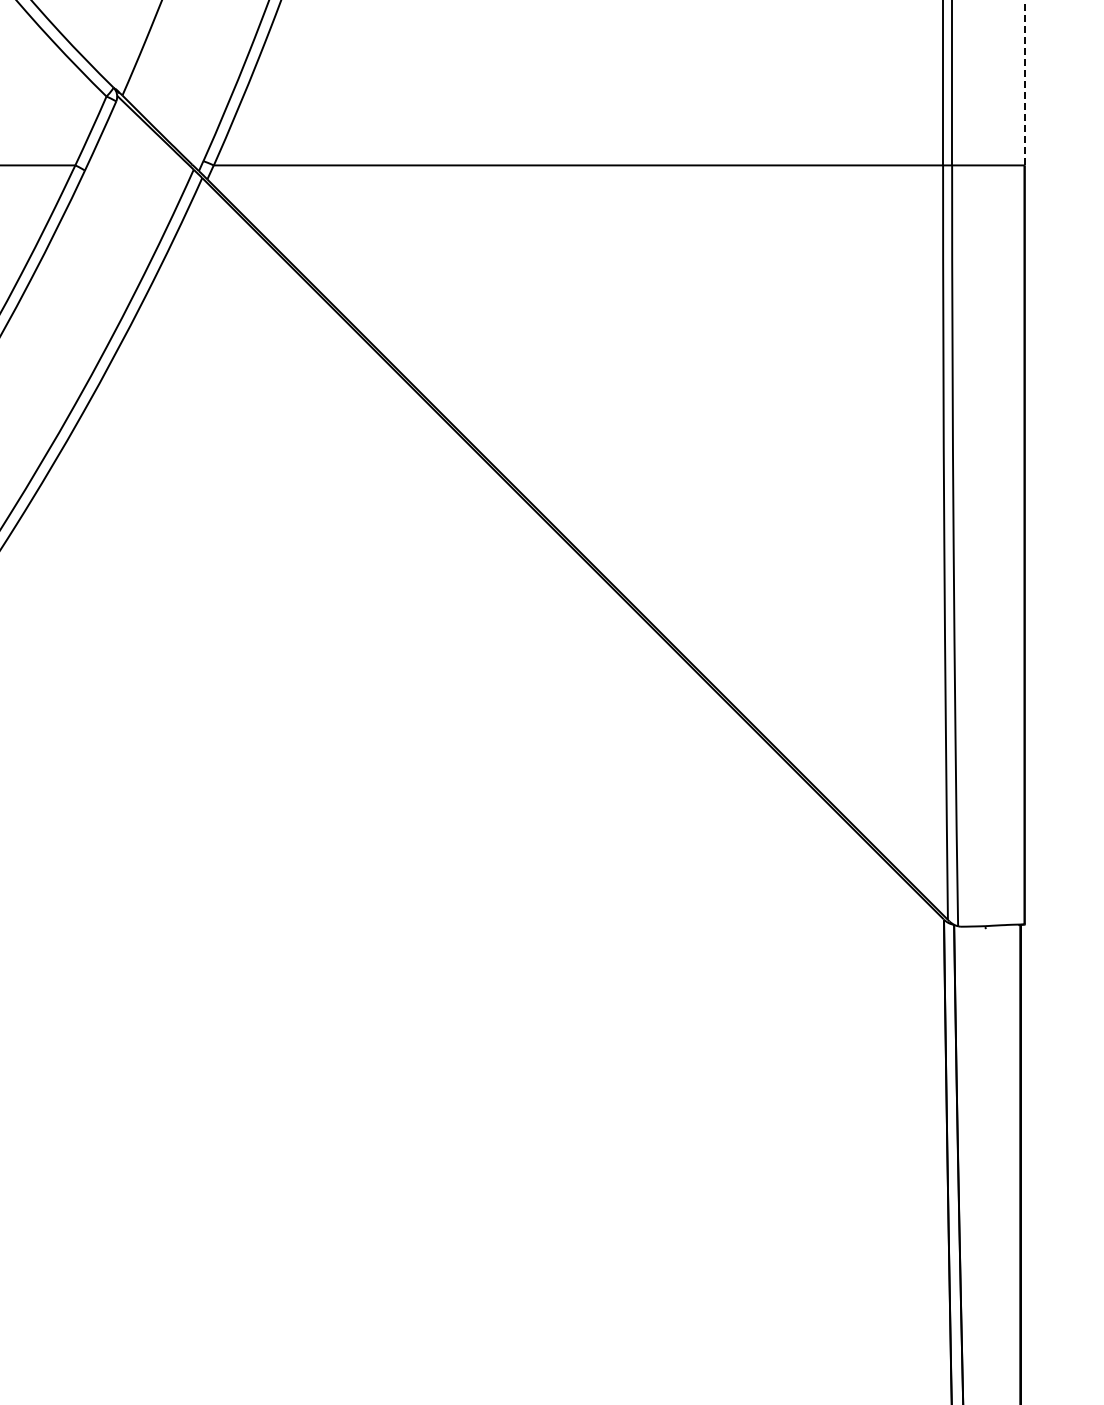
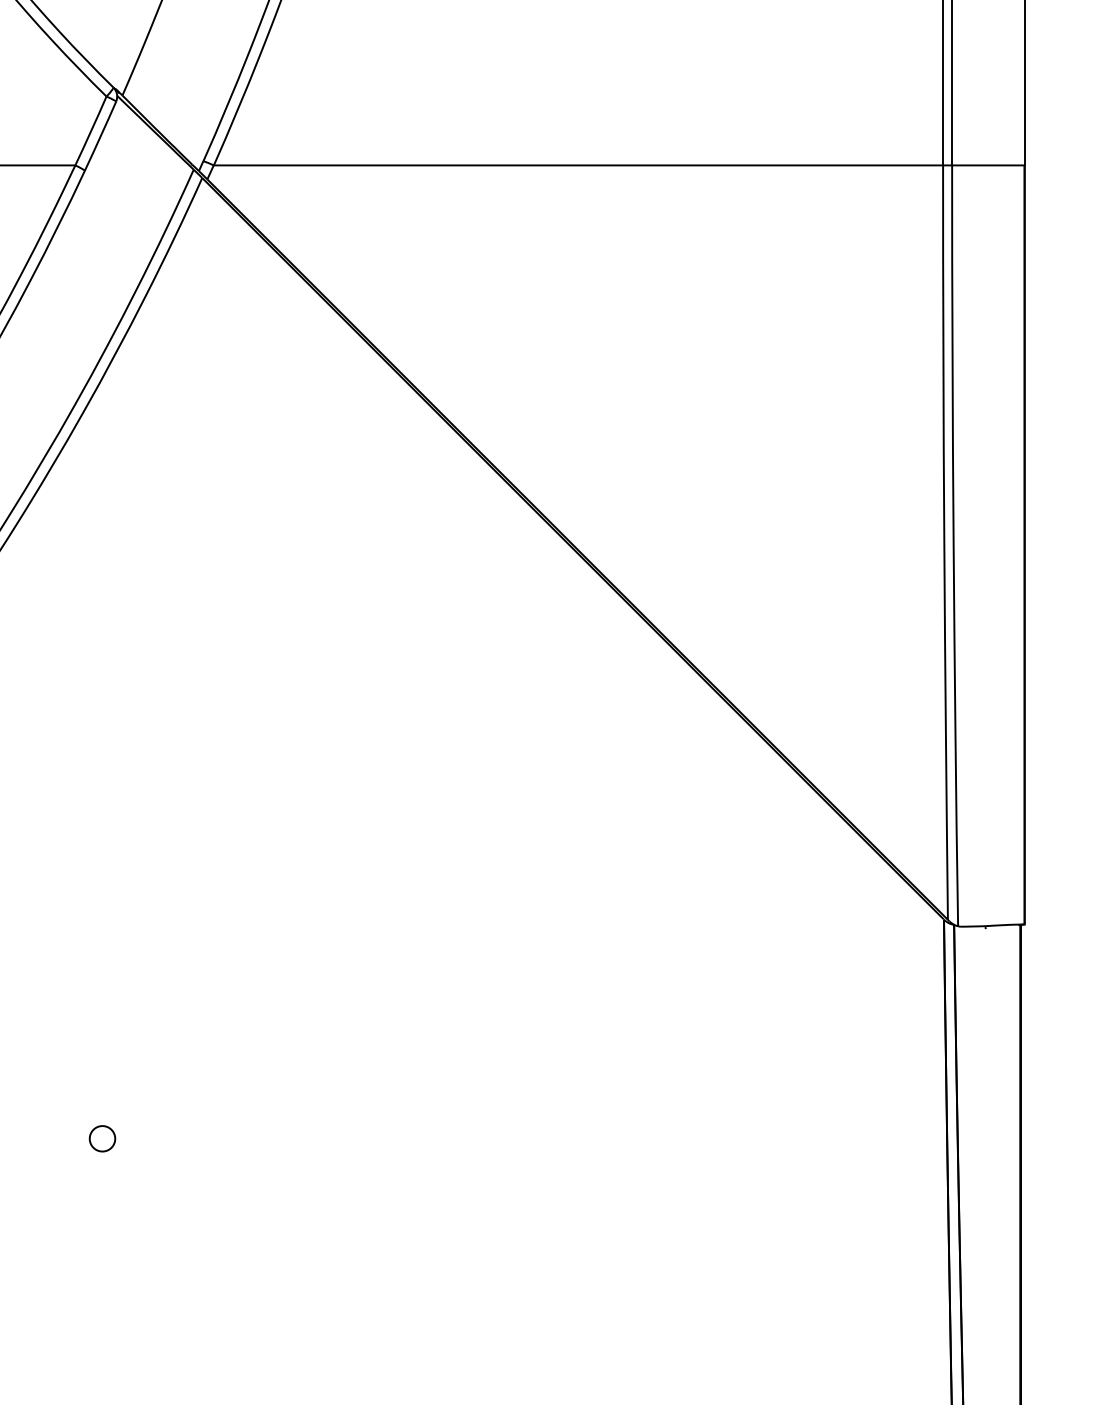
line at (1024, 82): dashed -> solid
part at (102, 1138): none -> present
